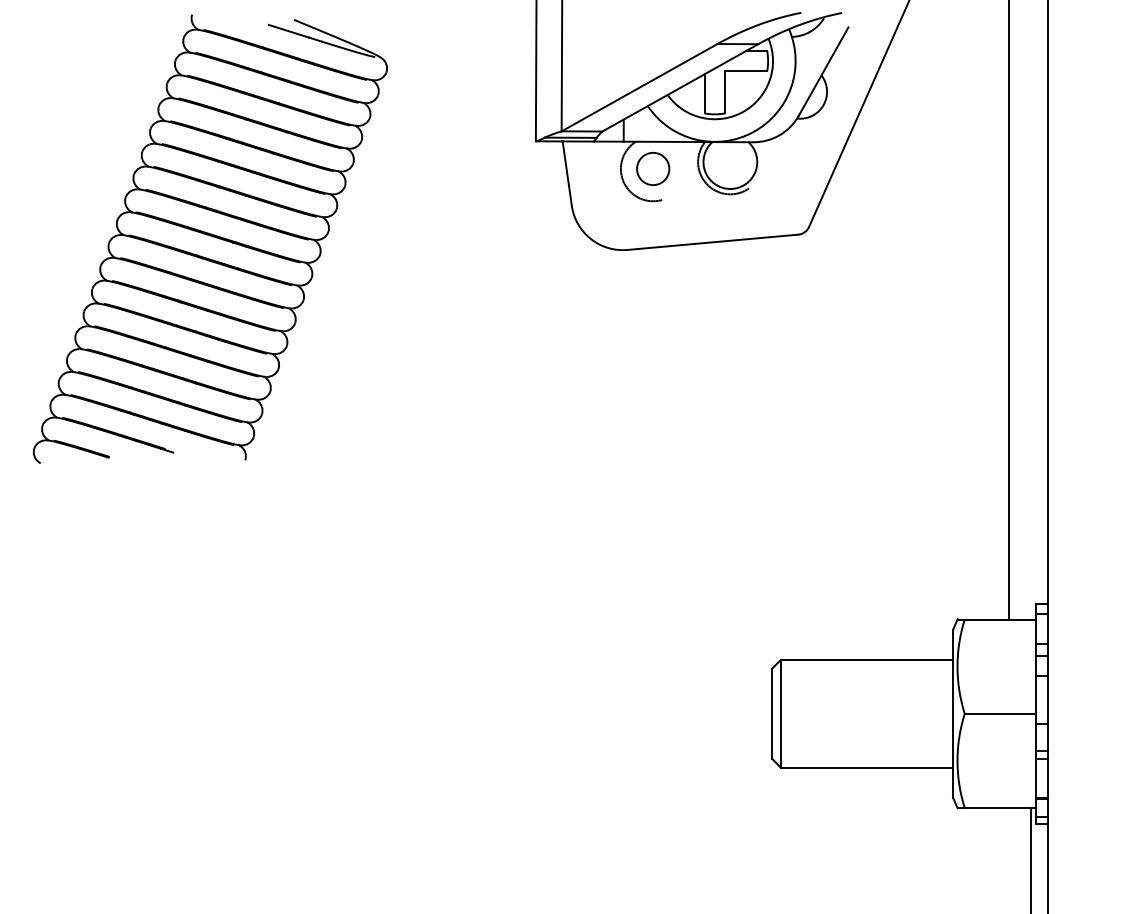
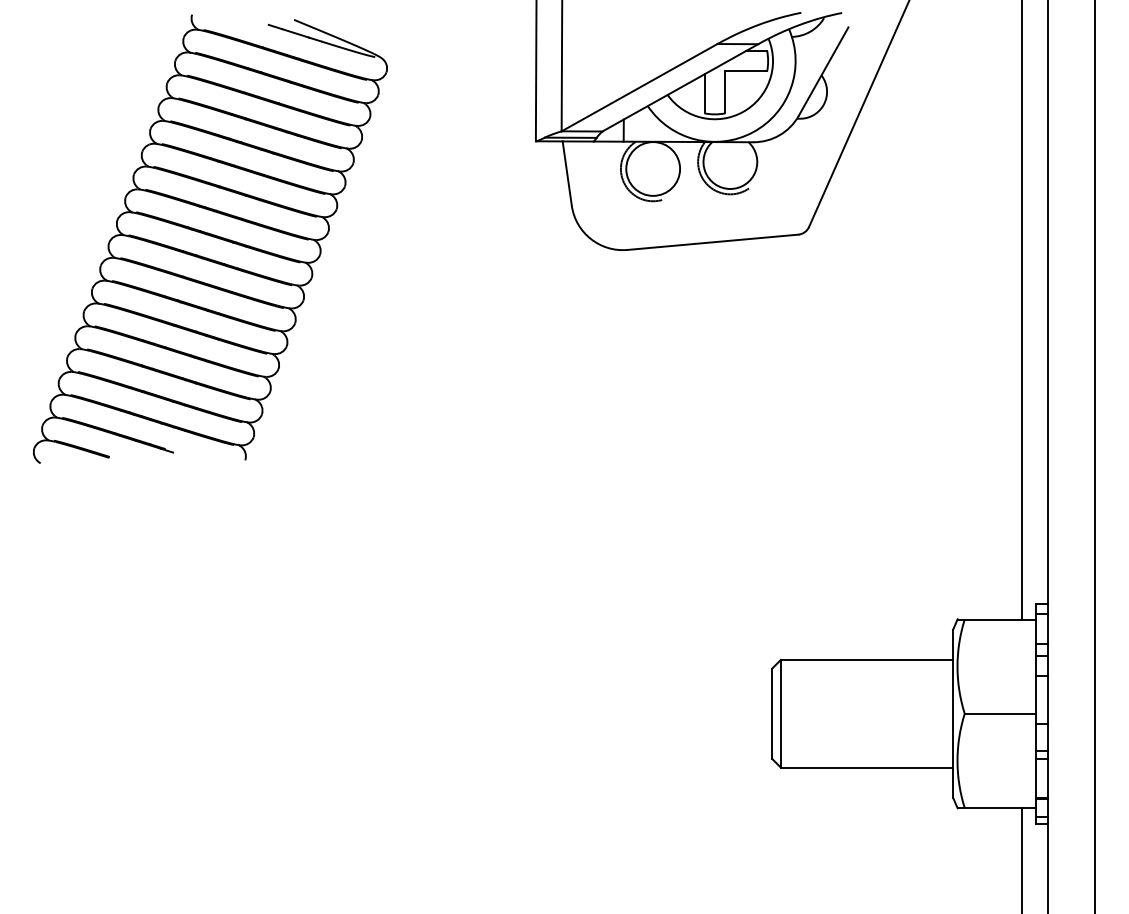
circle at (653, 168) diameter: 32 px -> 54 px
line at (1009, 310) position: (1009, 310) -> (1022, 310)
line at (1095, 456): none -> present
line at (1031, 859) position: (1031, 859) -> (1022, 859)
